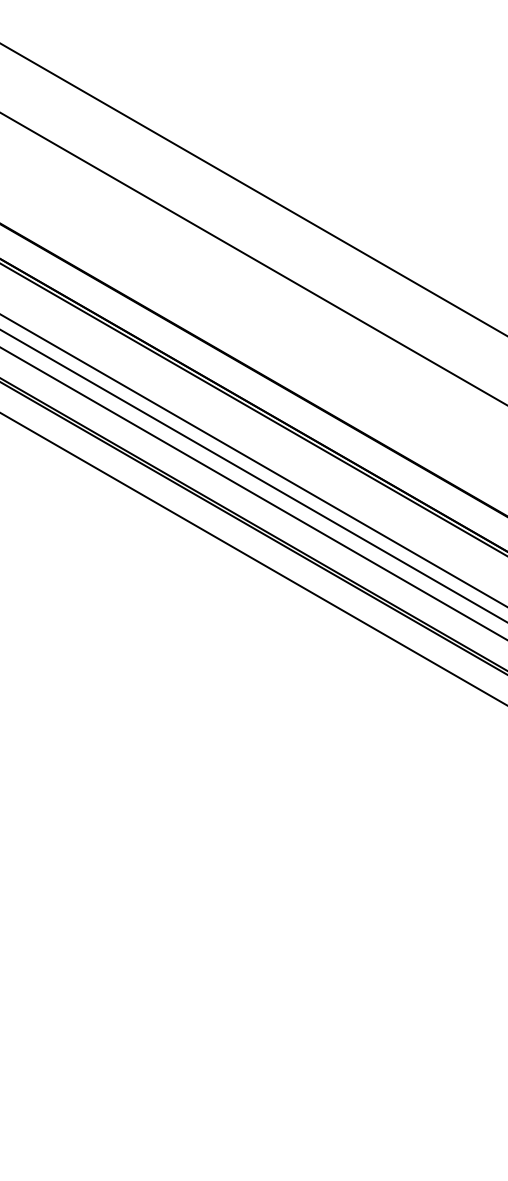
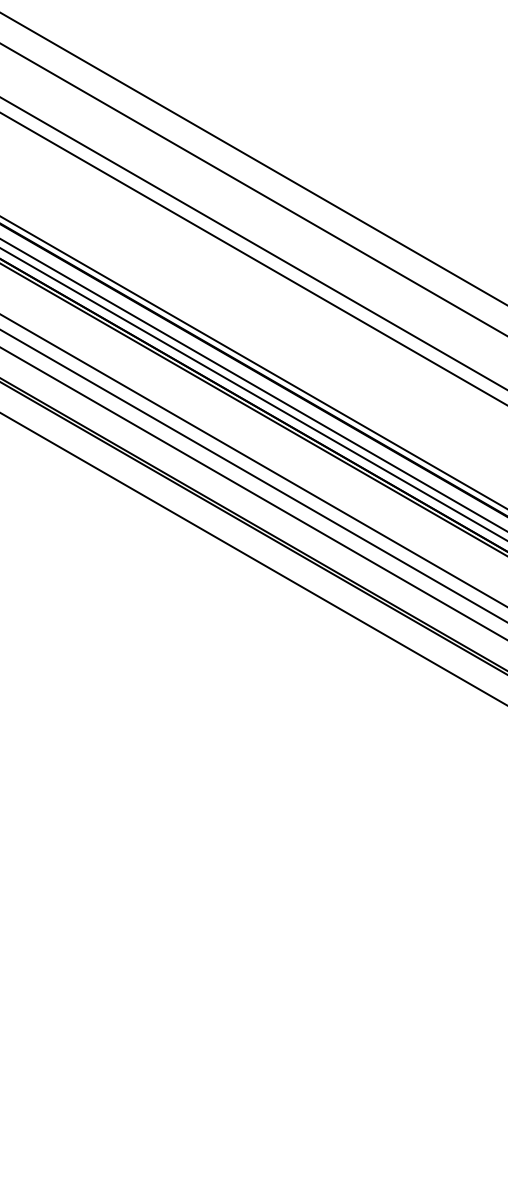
line at (253, 158): none -> present
line at (253, 243): none -> present
line at (253, 362): none -> present
line at (253, 384): none -> present
line at (253, 394): none -> present
